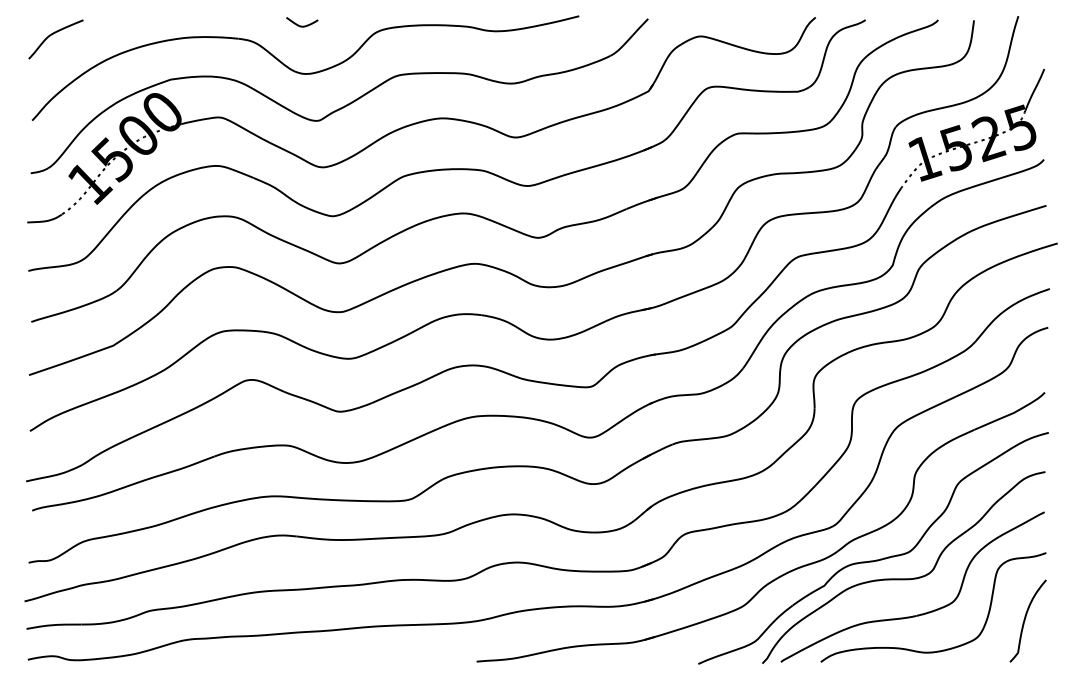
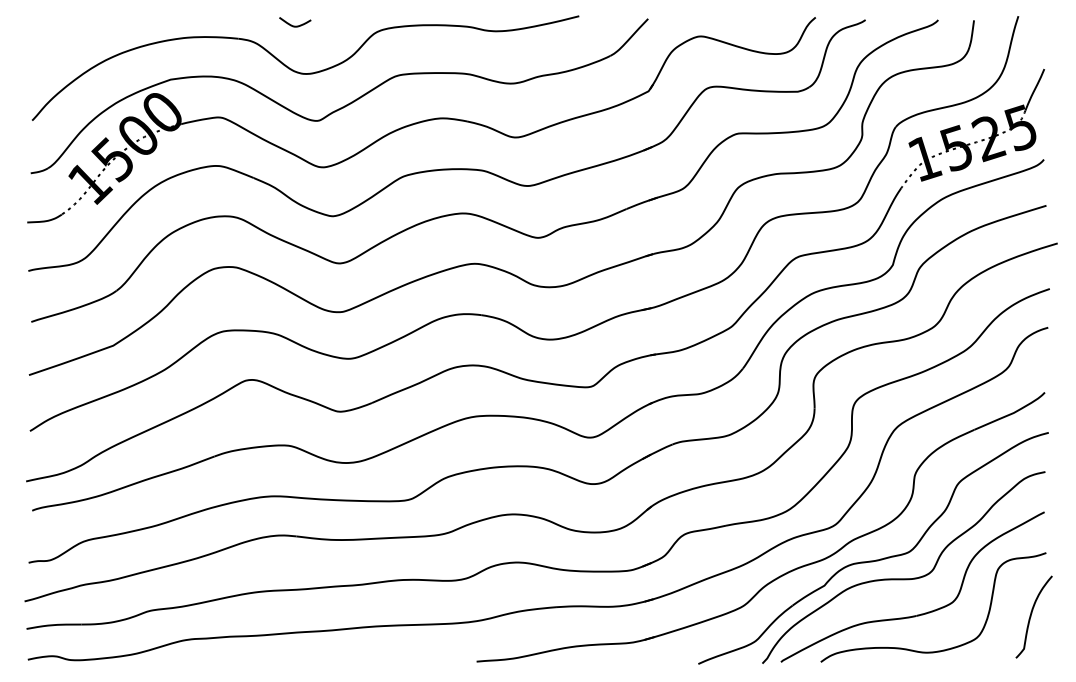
curve at (302, 25) position: (302, 25) -> (295, 25)
curve at (52, 35): present -> none
curve at (1025, 620) position: (1025, 620) -> (1031, 616)
